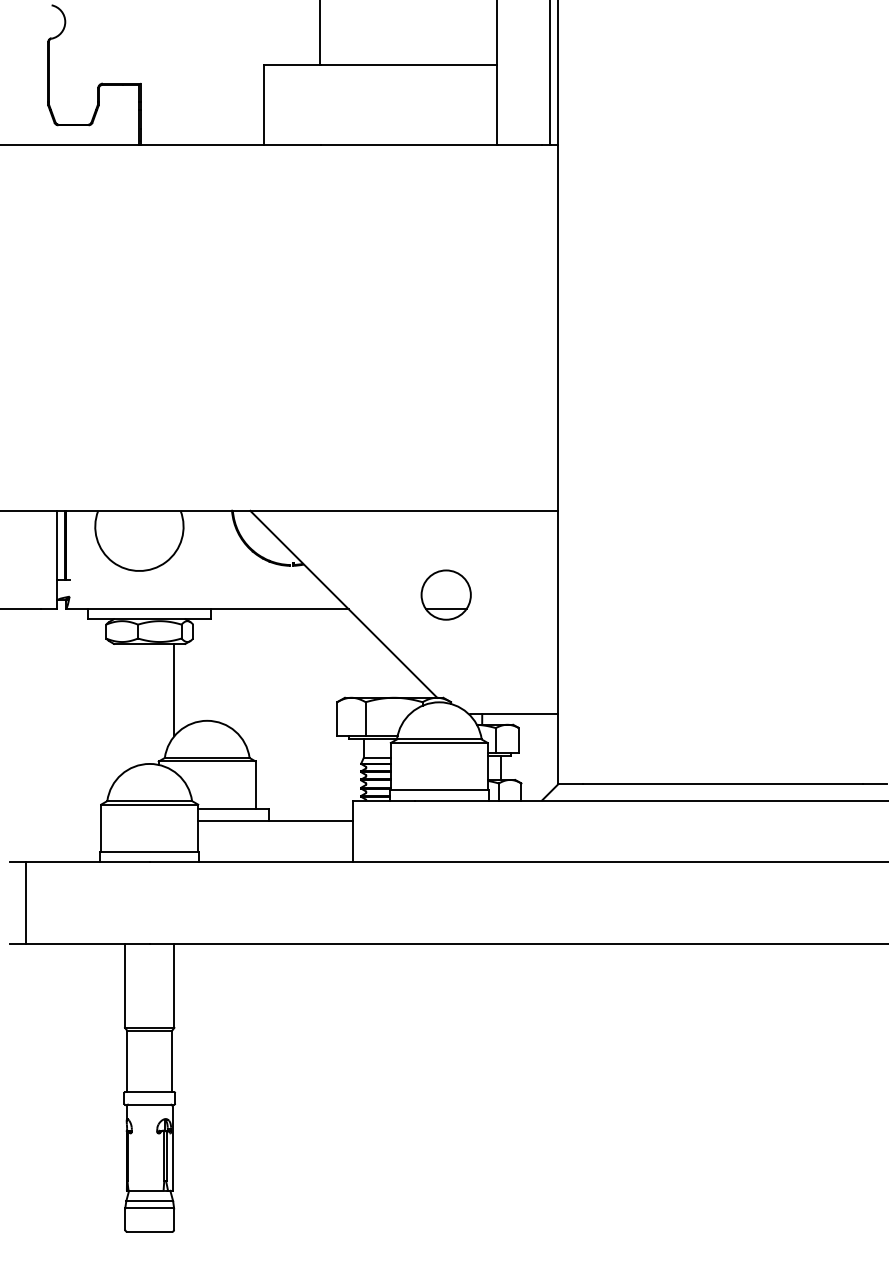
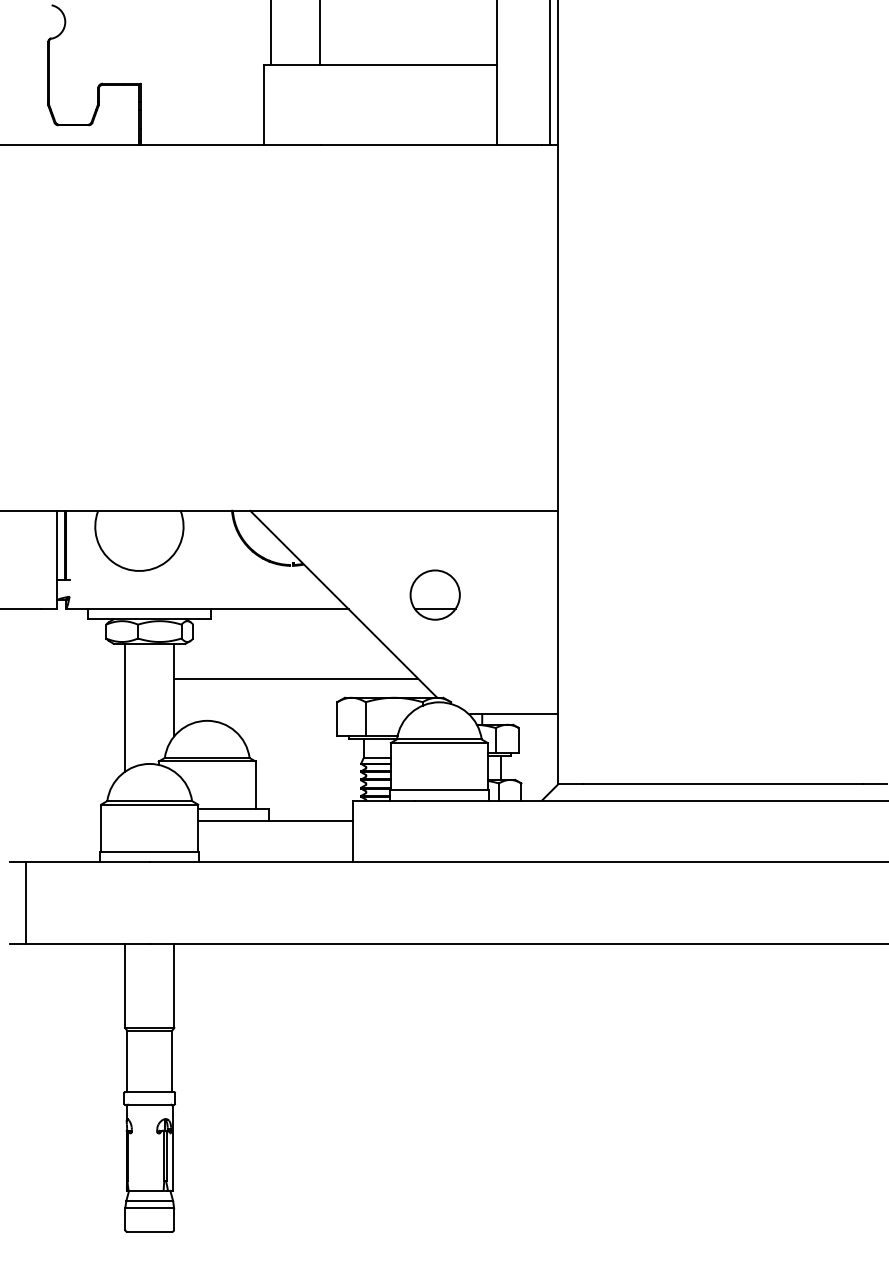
line at (270, 33): none -> present
part at (445, 594) position: (445, 594) -> (434, 594)
line at (296, 678): none -> present
line at (125, 707): none -> present
